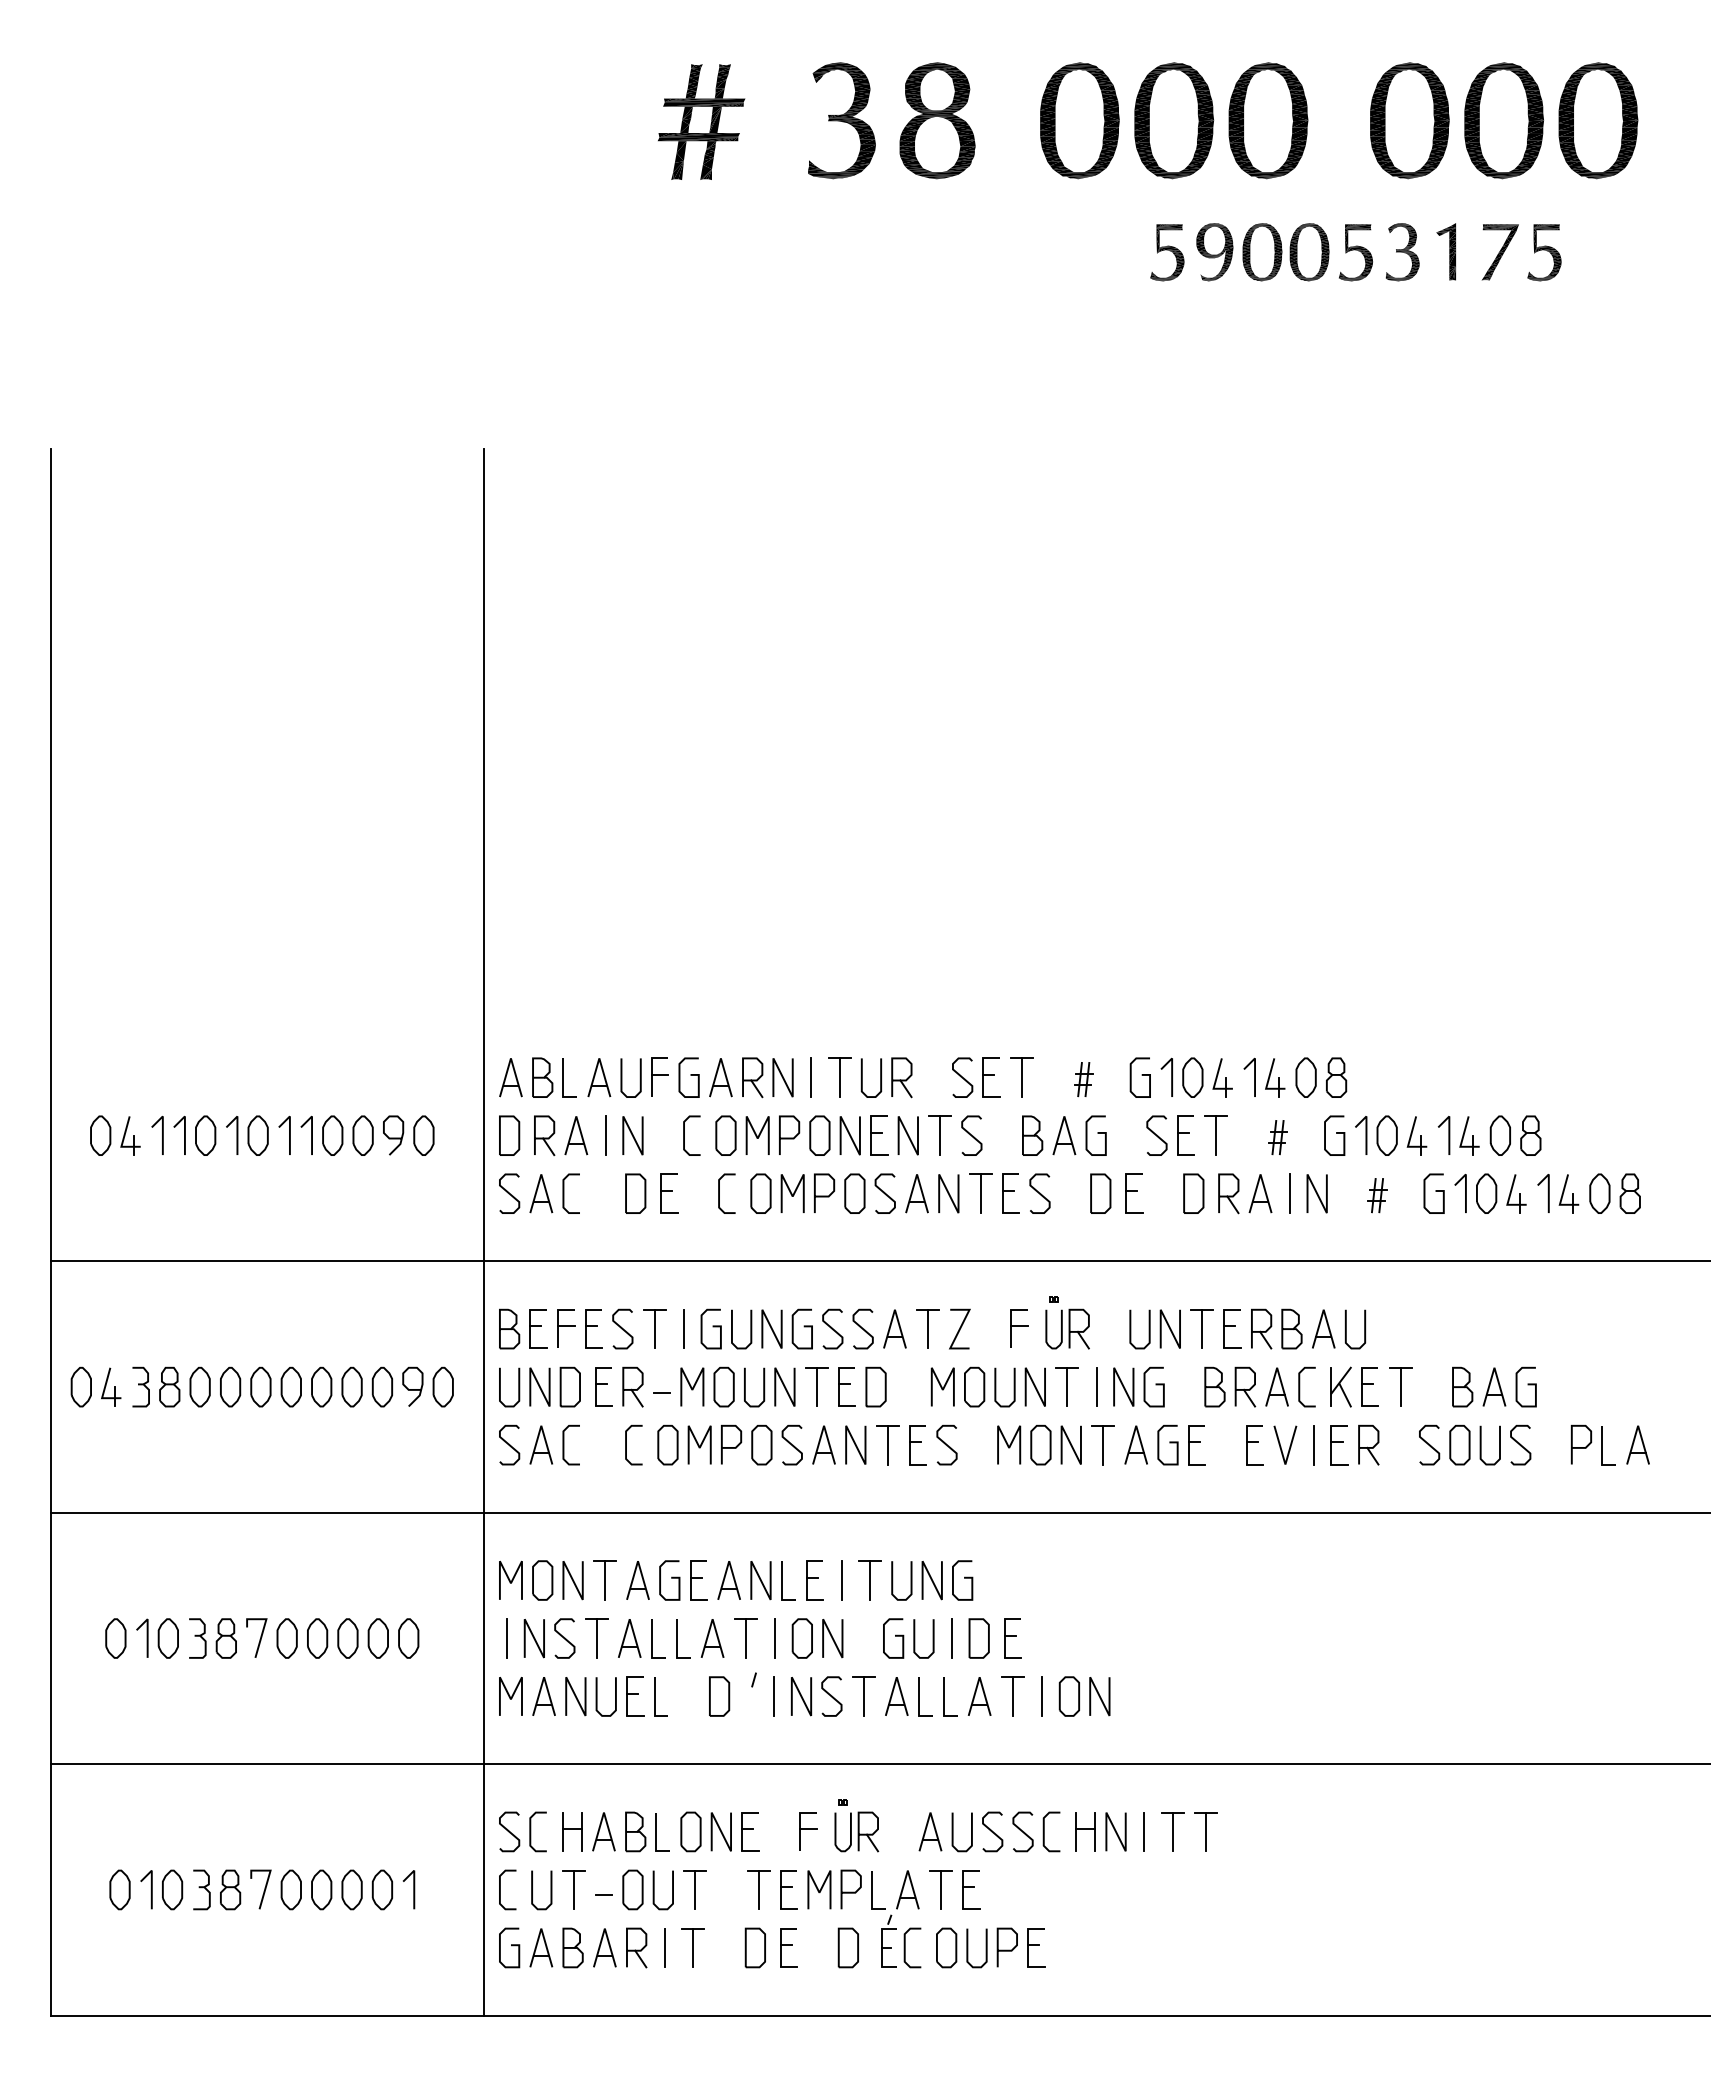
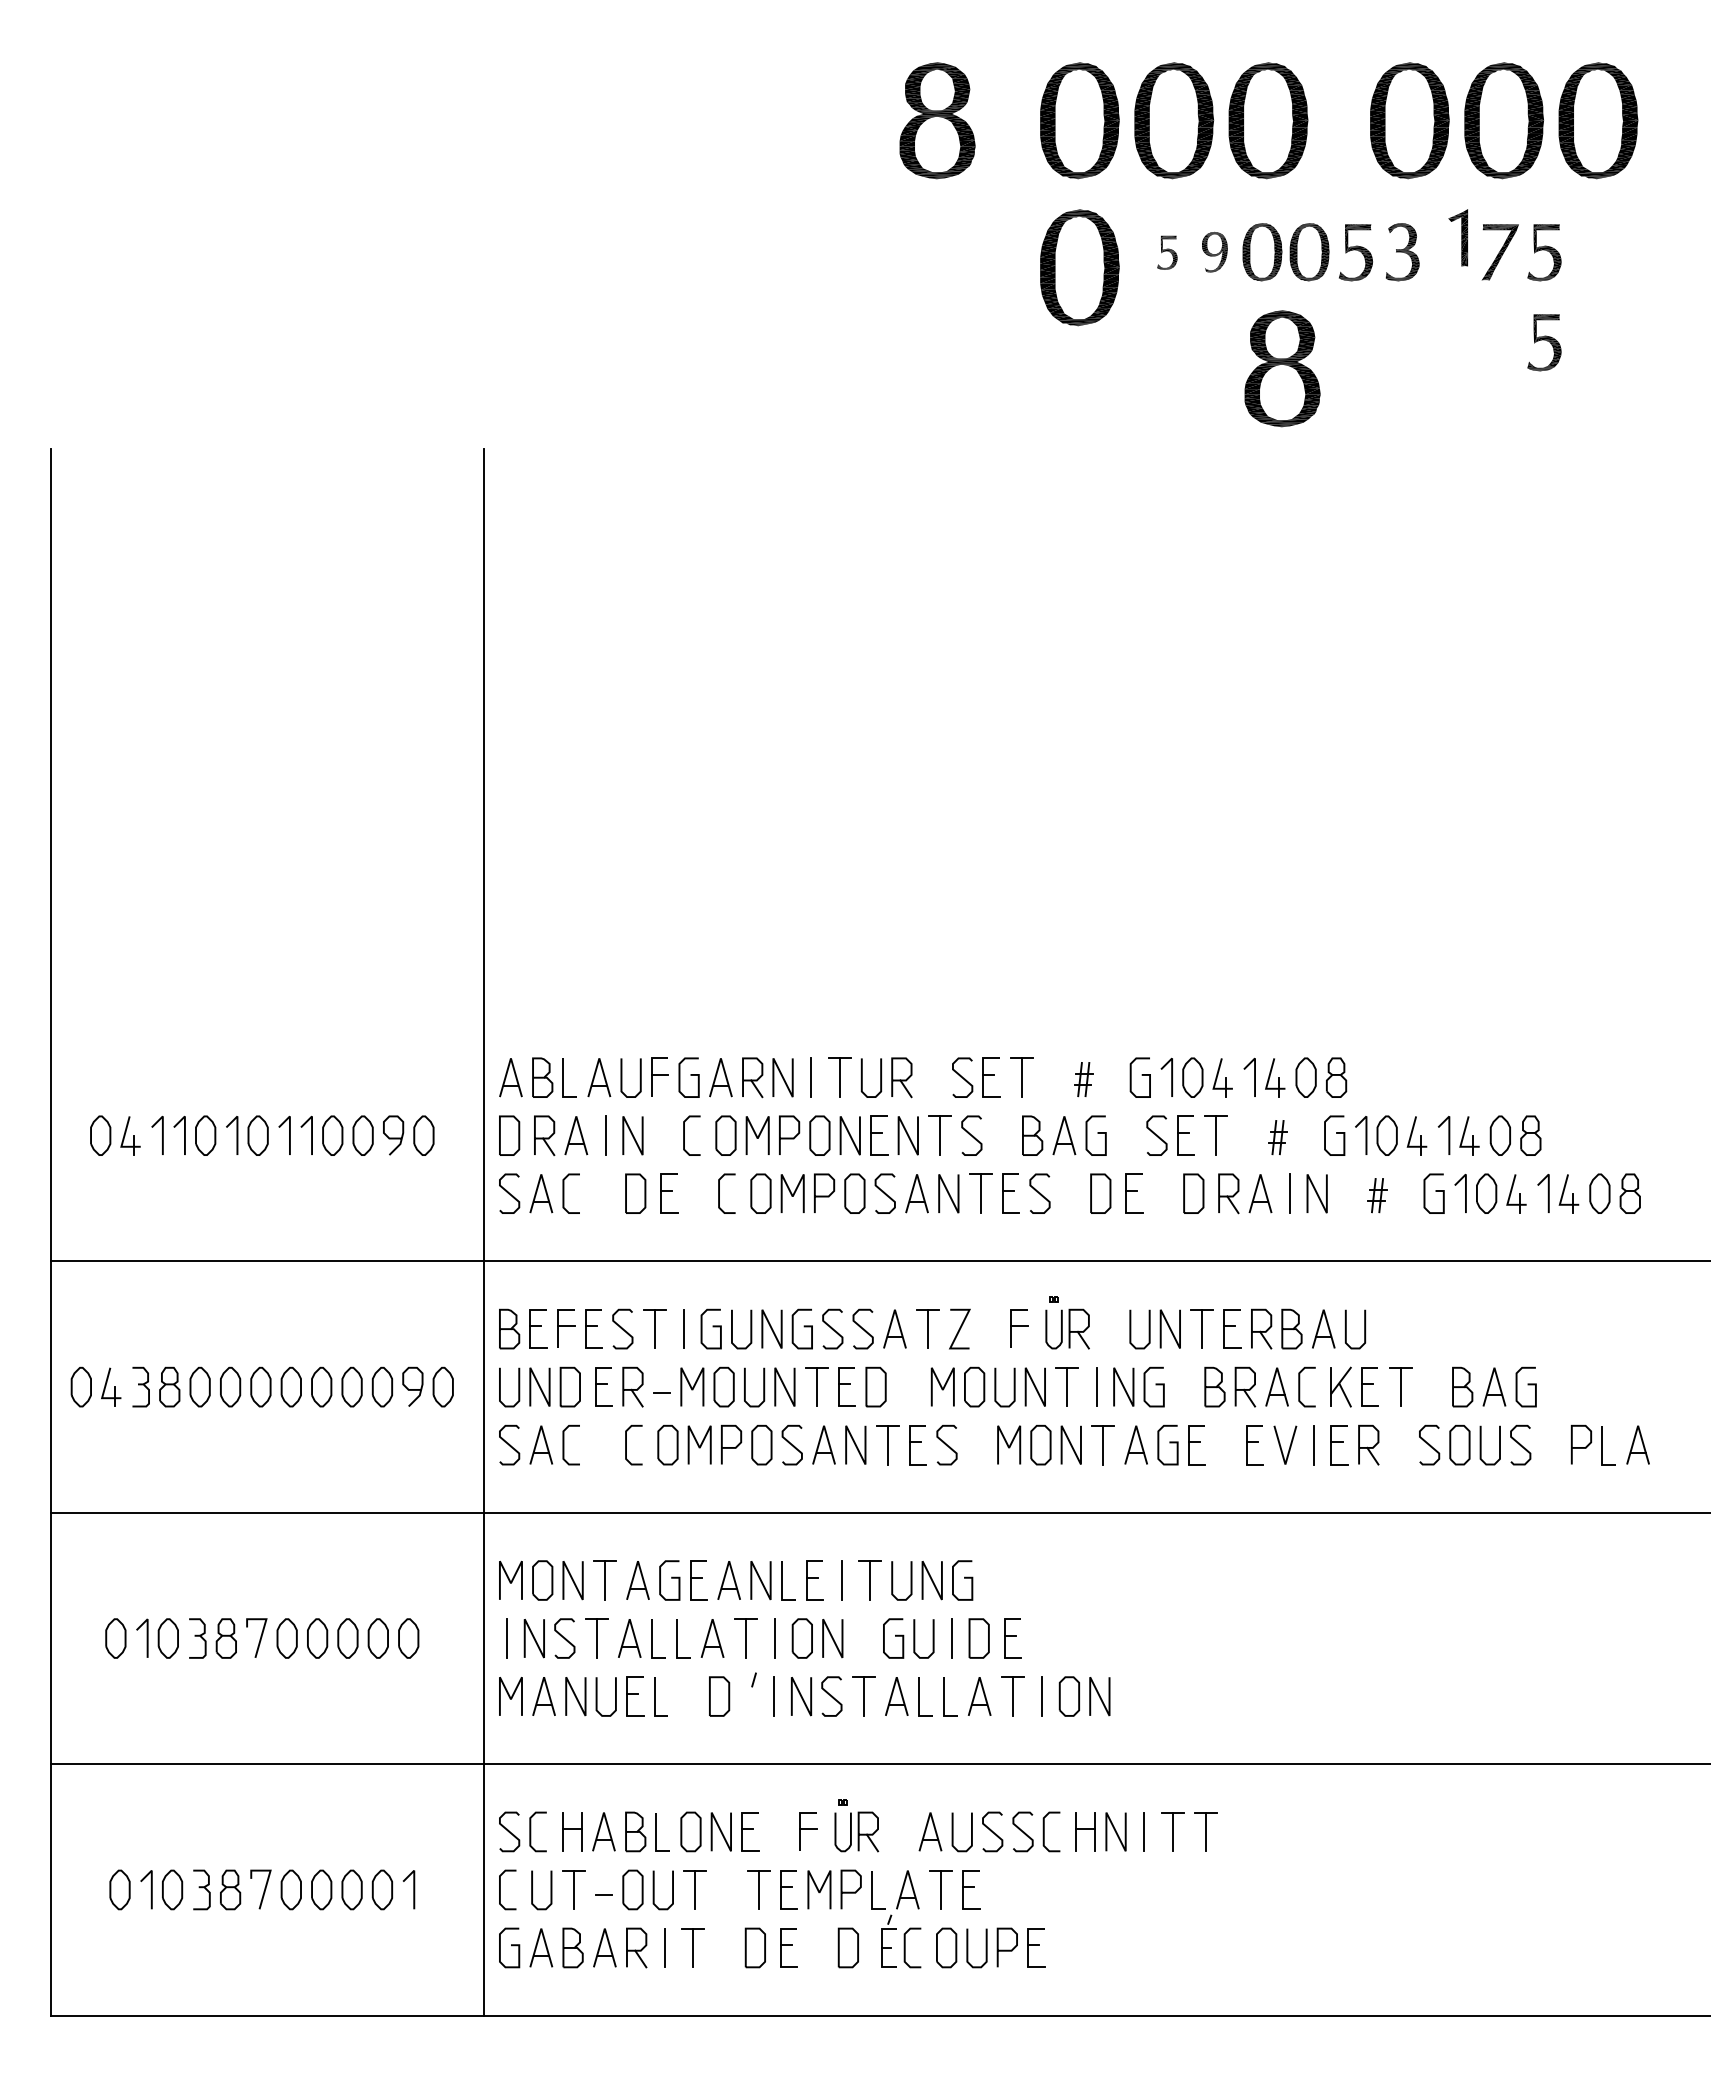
part at (841, 120): present -> none
part at (701, 121): present -> none
part at (1446, 251) position: (1446, 251) -> (1458, 237)
part at (1167, 252) size: 35x58 px -> 21x35 px
part at (1214, 252) size: 38x59 px -> 26x42 px
part at (1079, 267): none -> present
part at (1544, 342): none -> present
part at (1282, 368): none -> present
